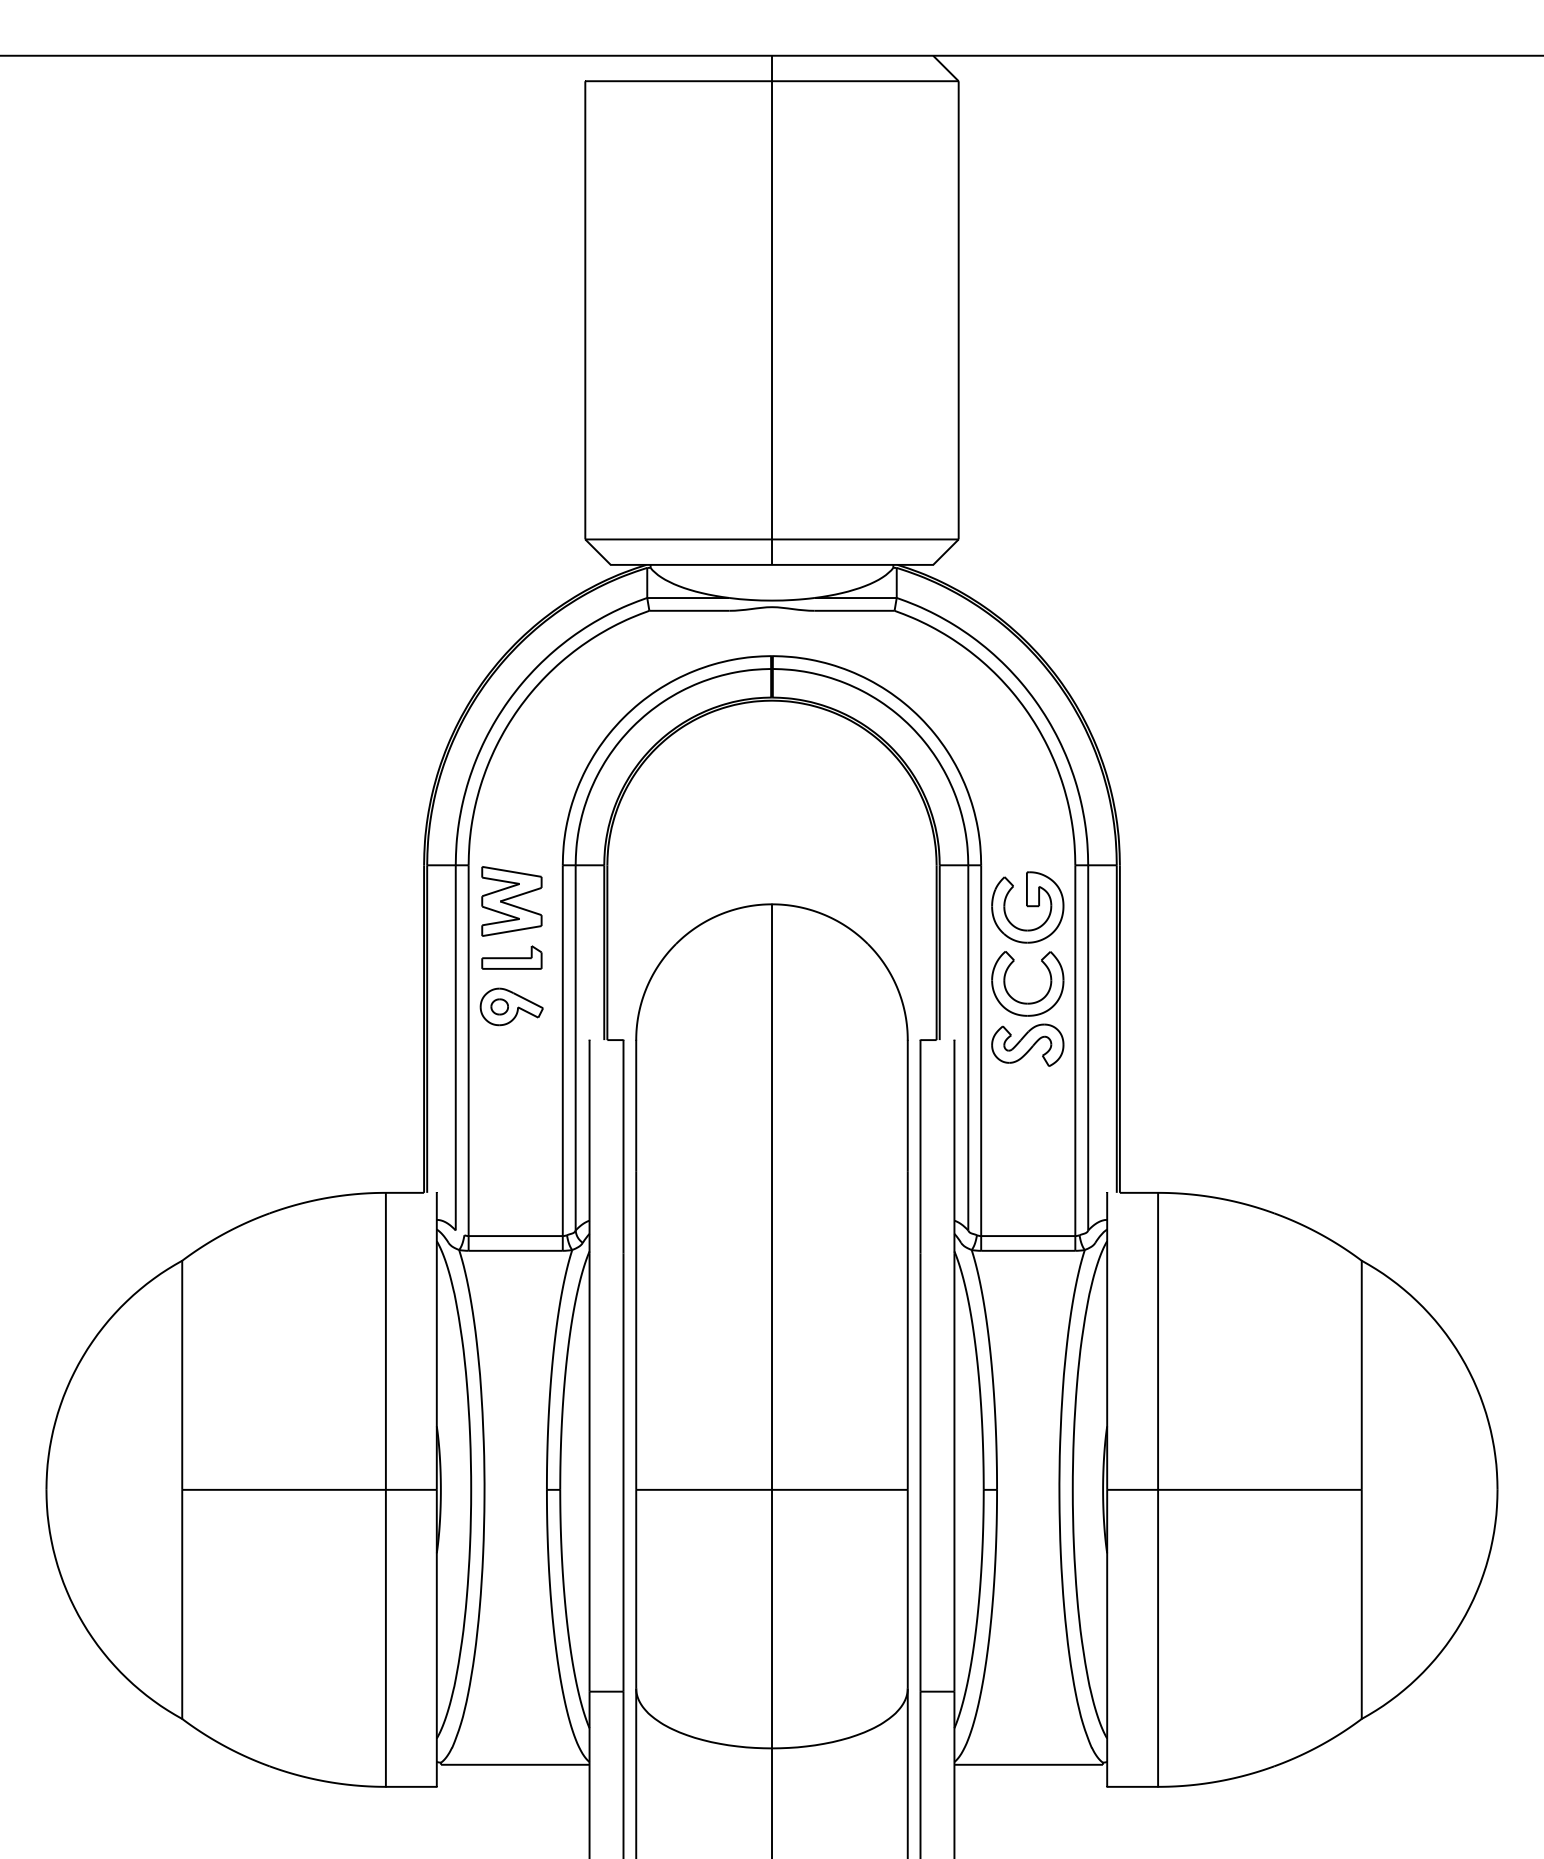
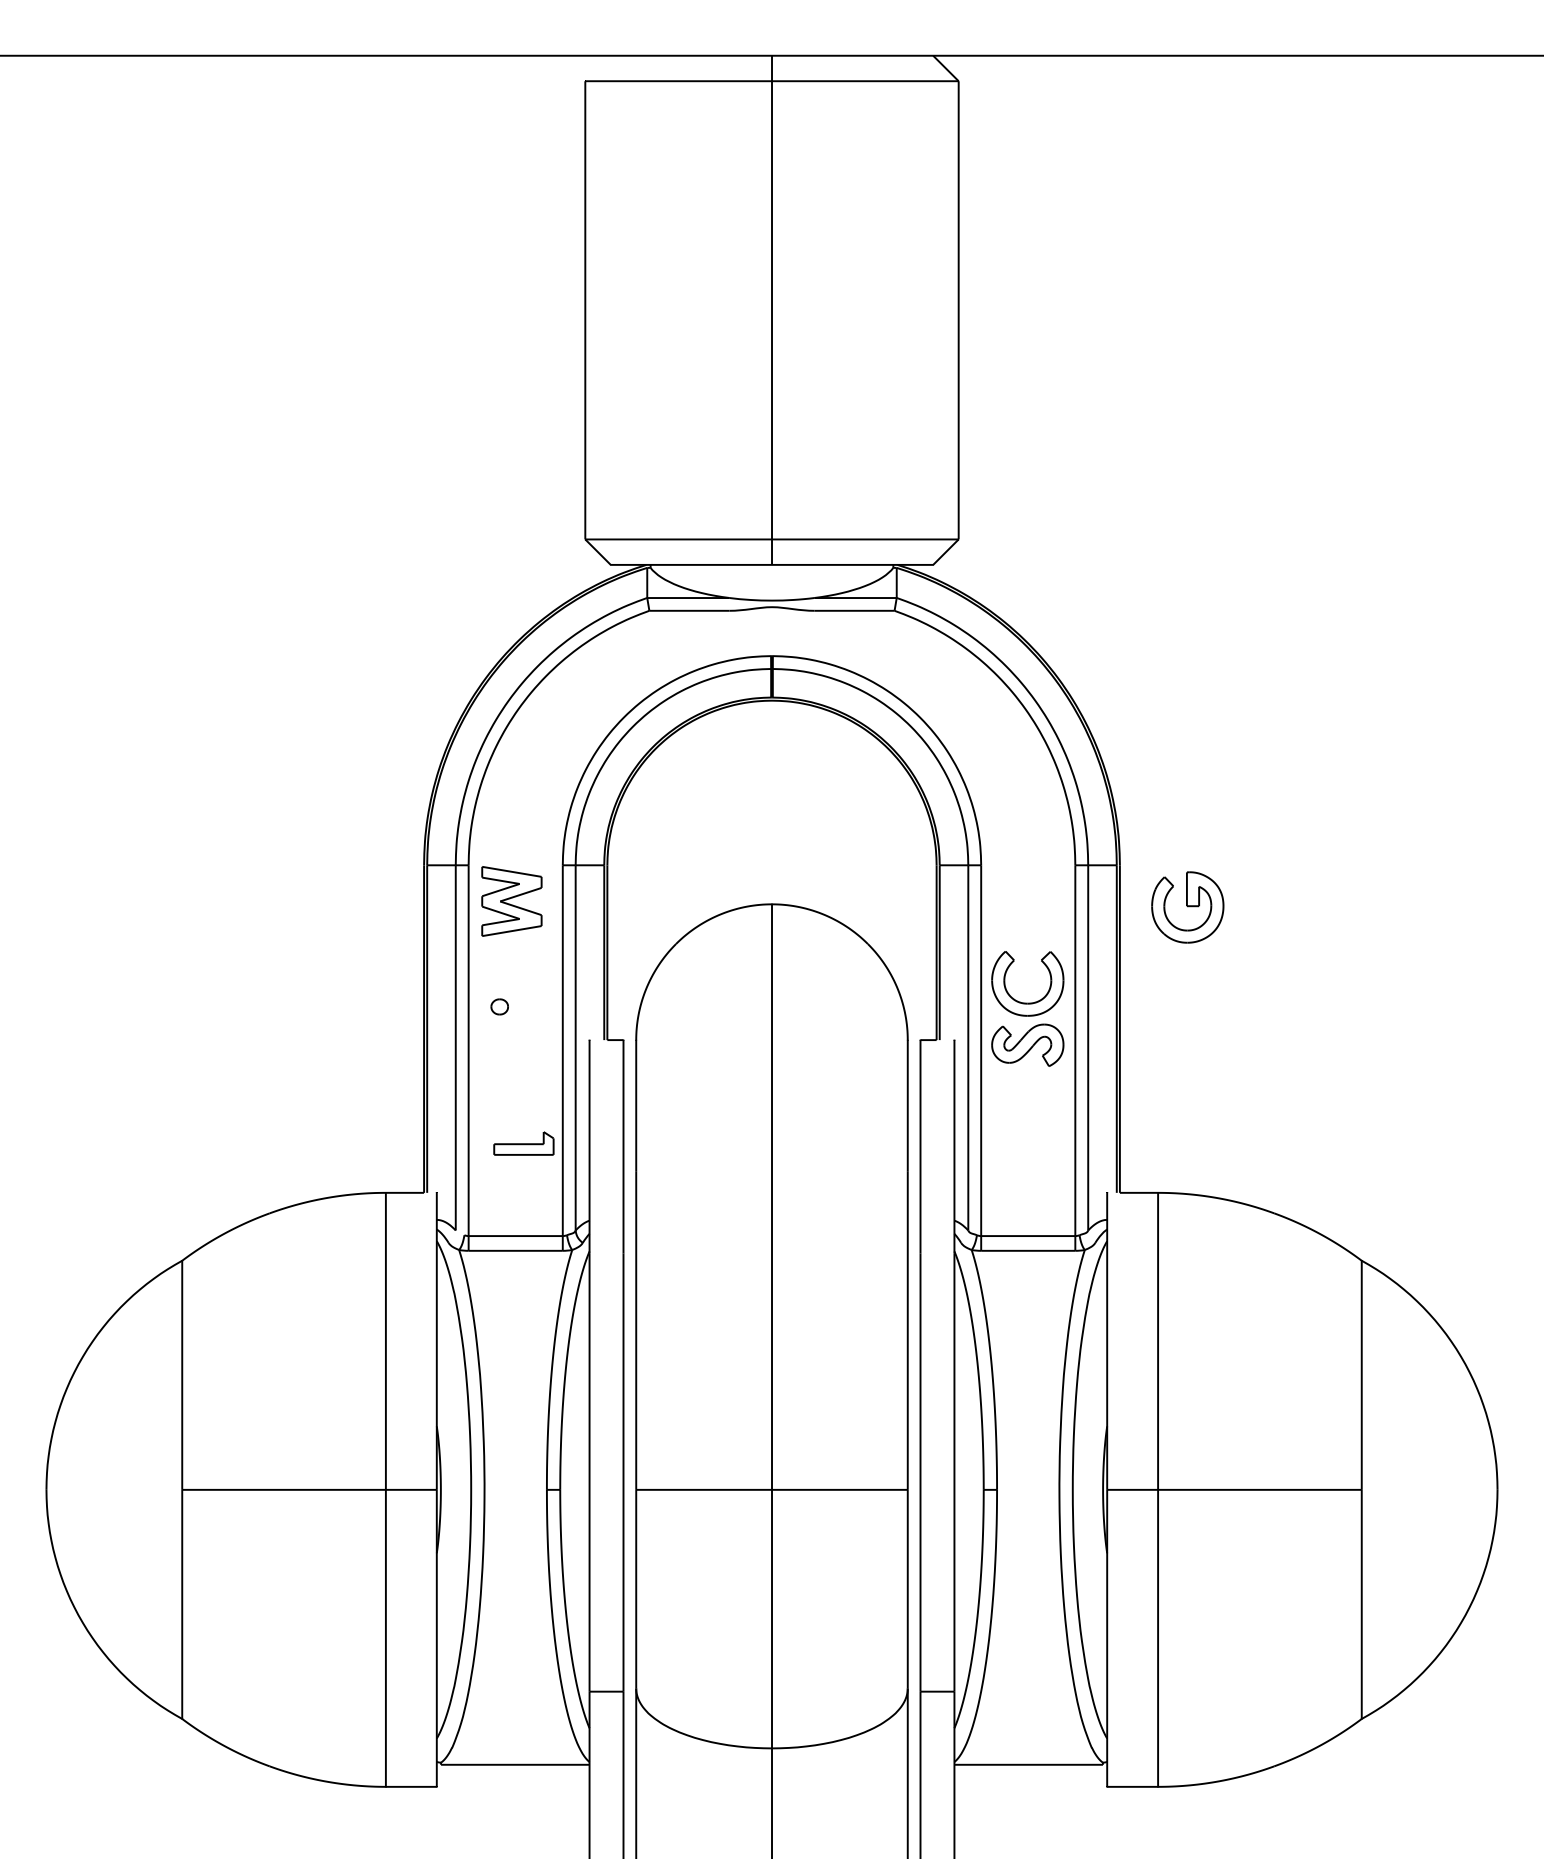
part at (1027, 907) position: (1027, 907) -> (1187, 907)
part at (511, 957) position: (511, 957) -> (523, 1143)
part at (511, 1006): present -> none
